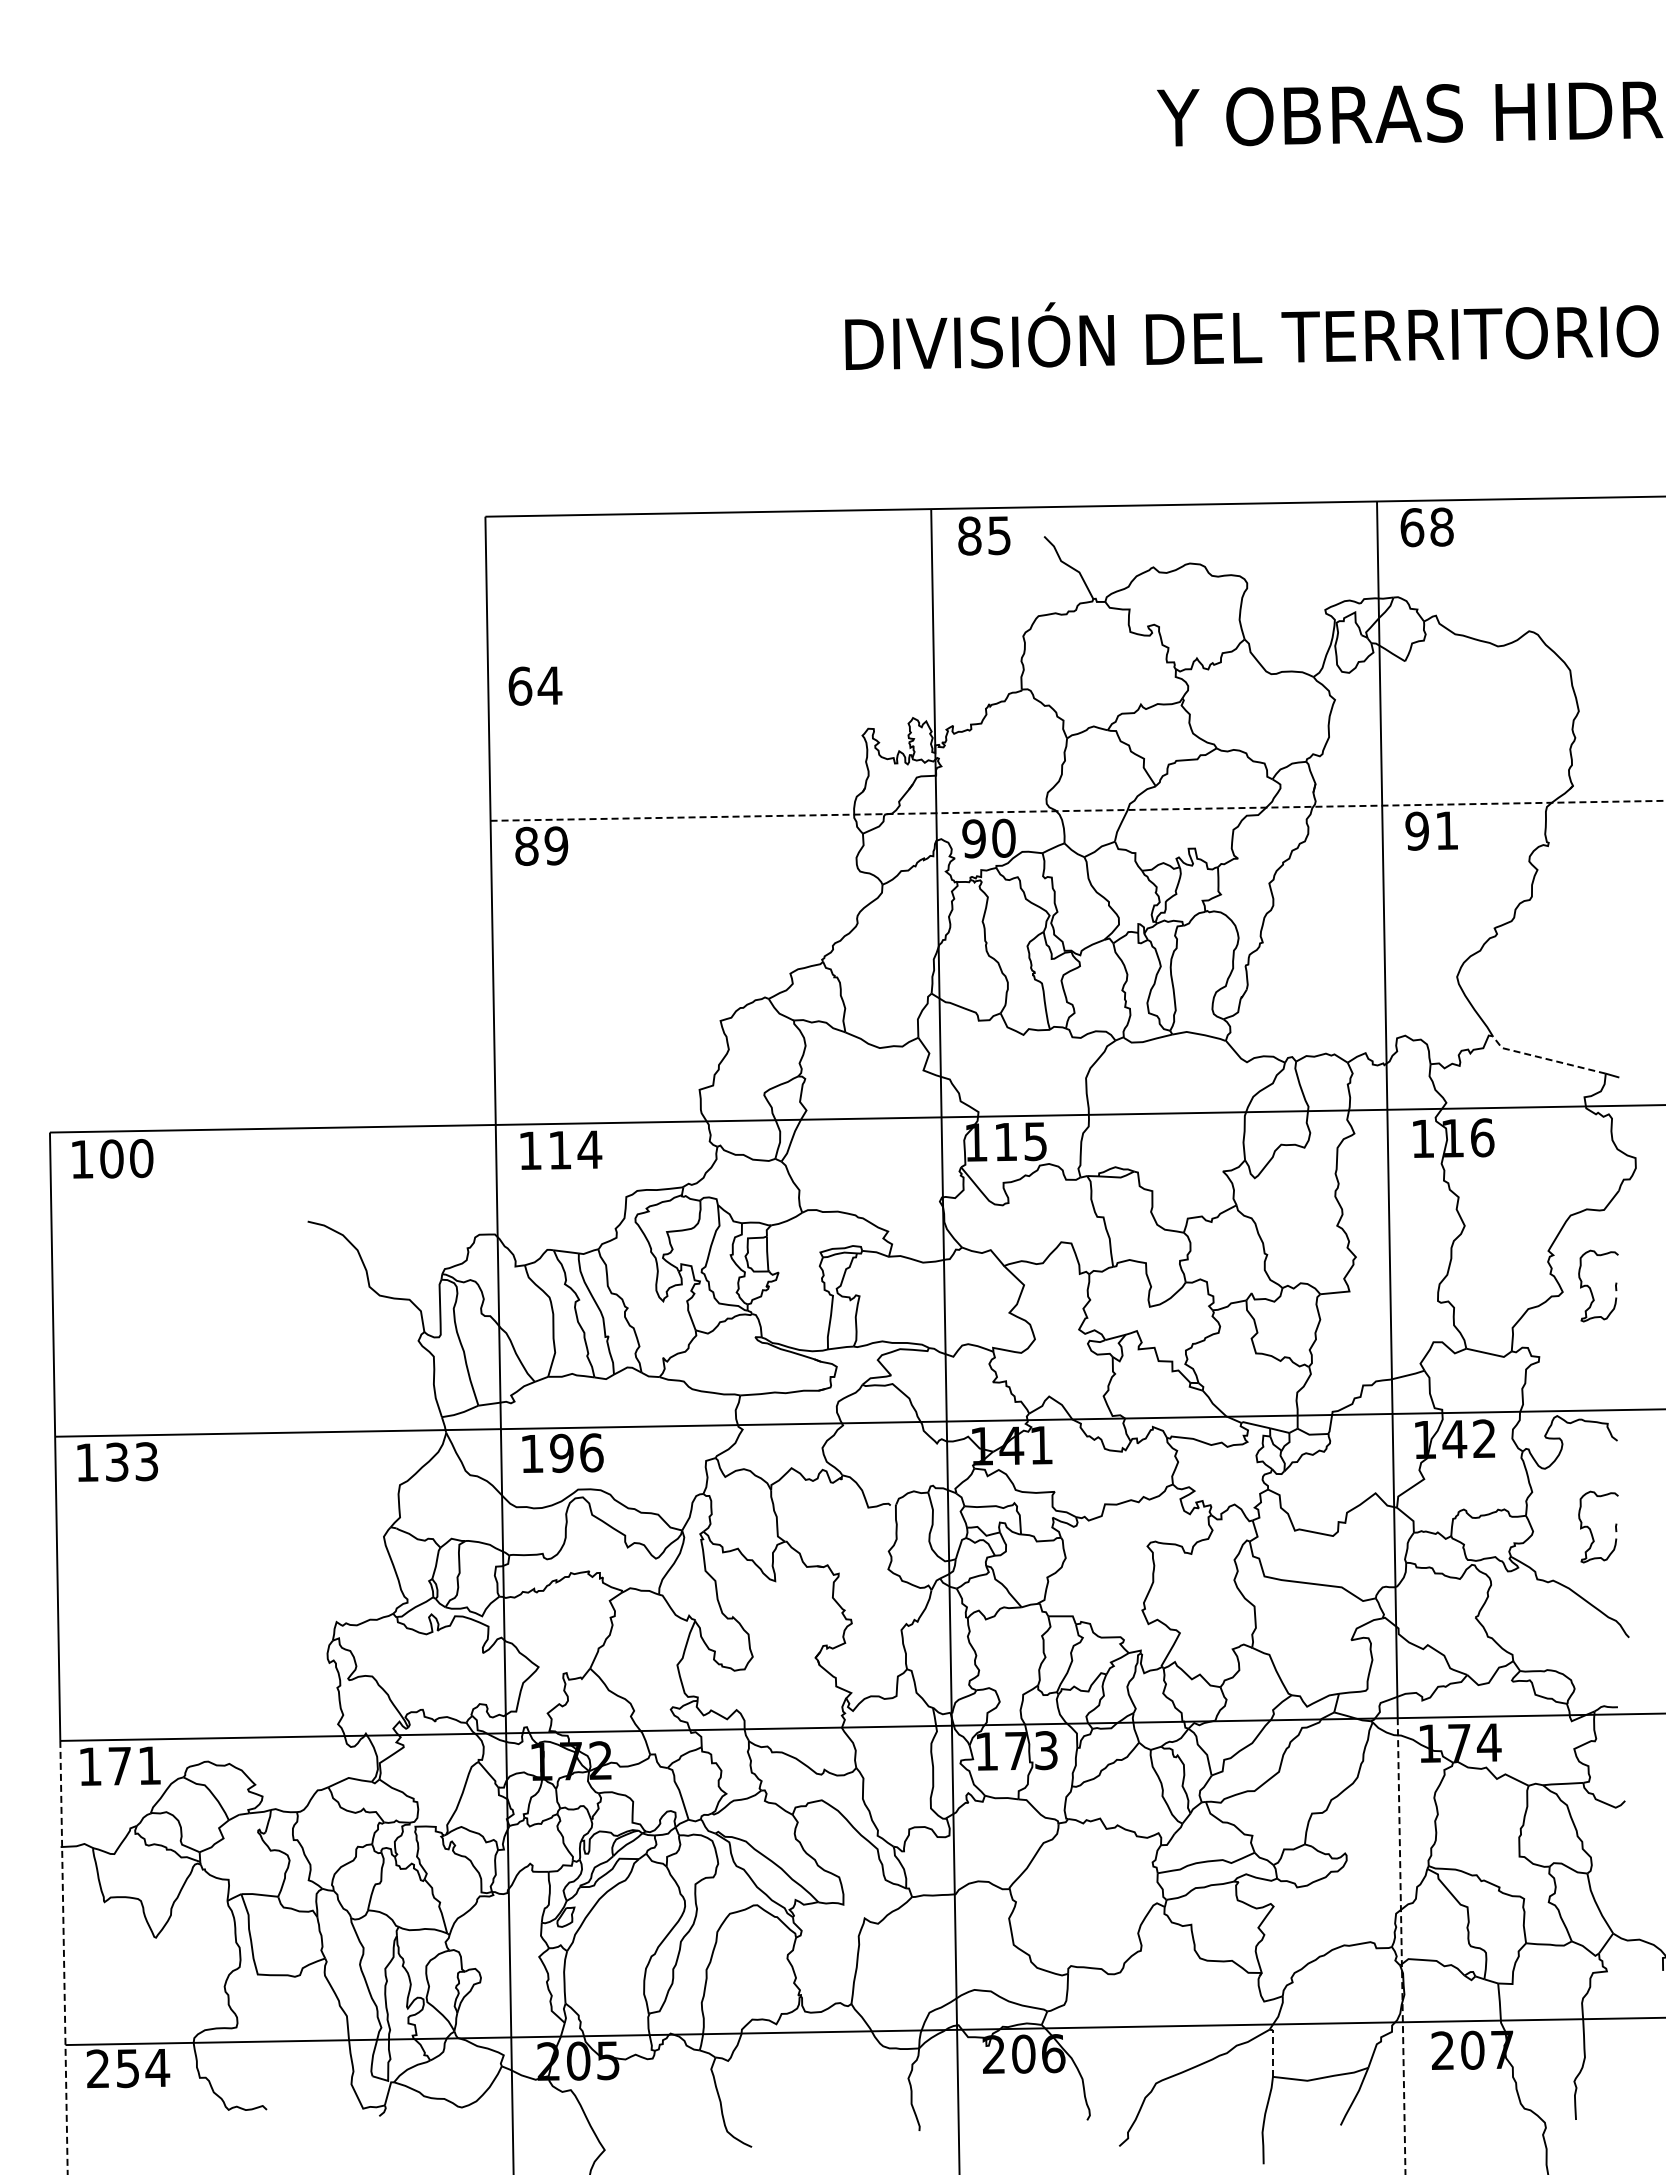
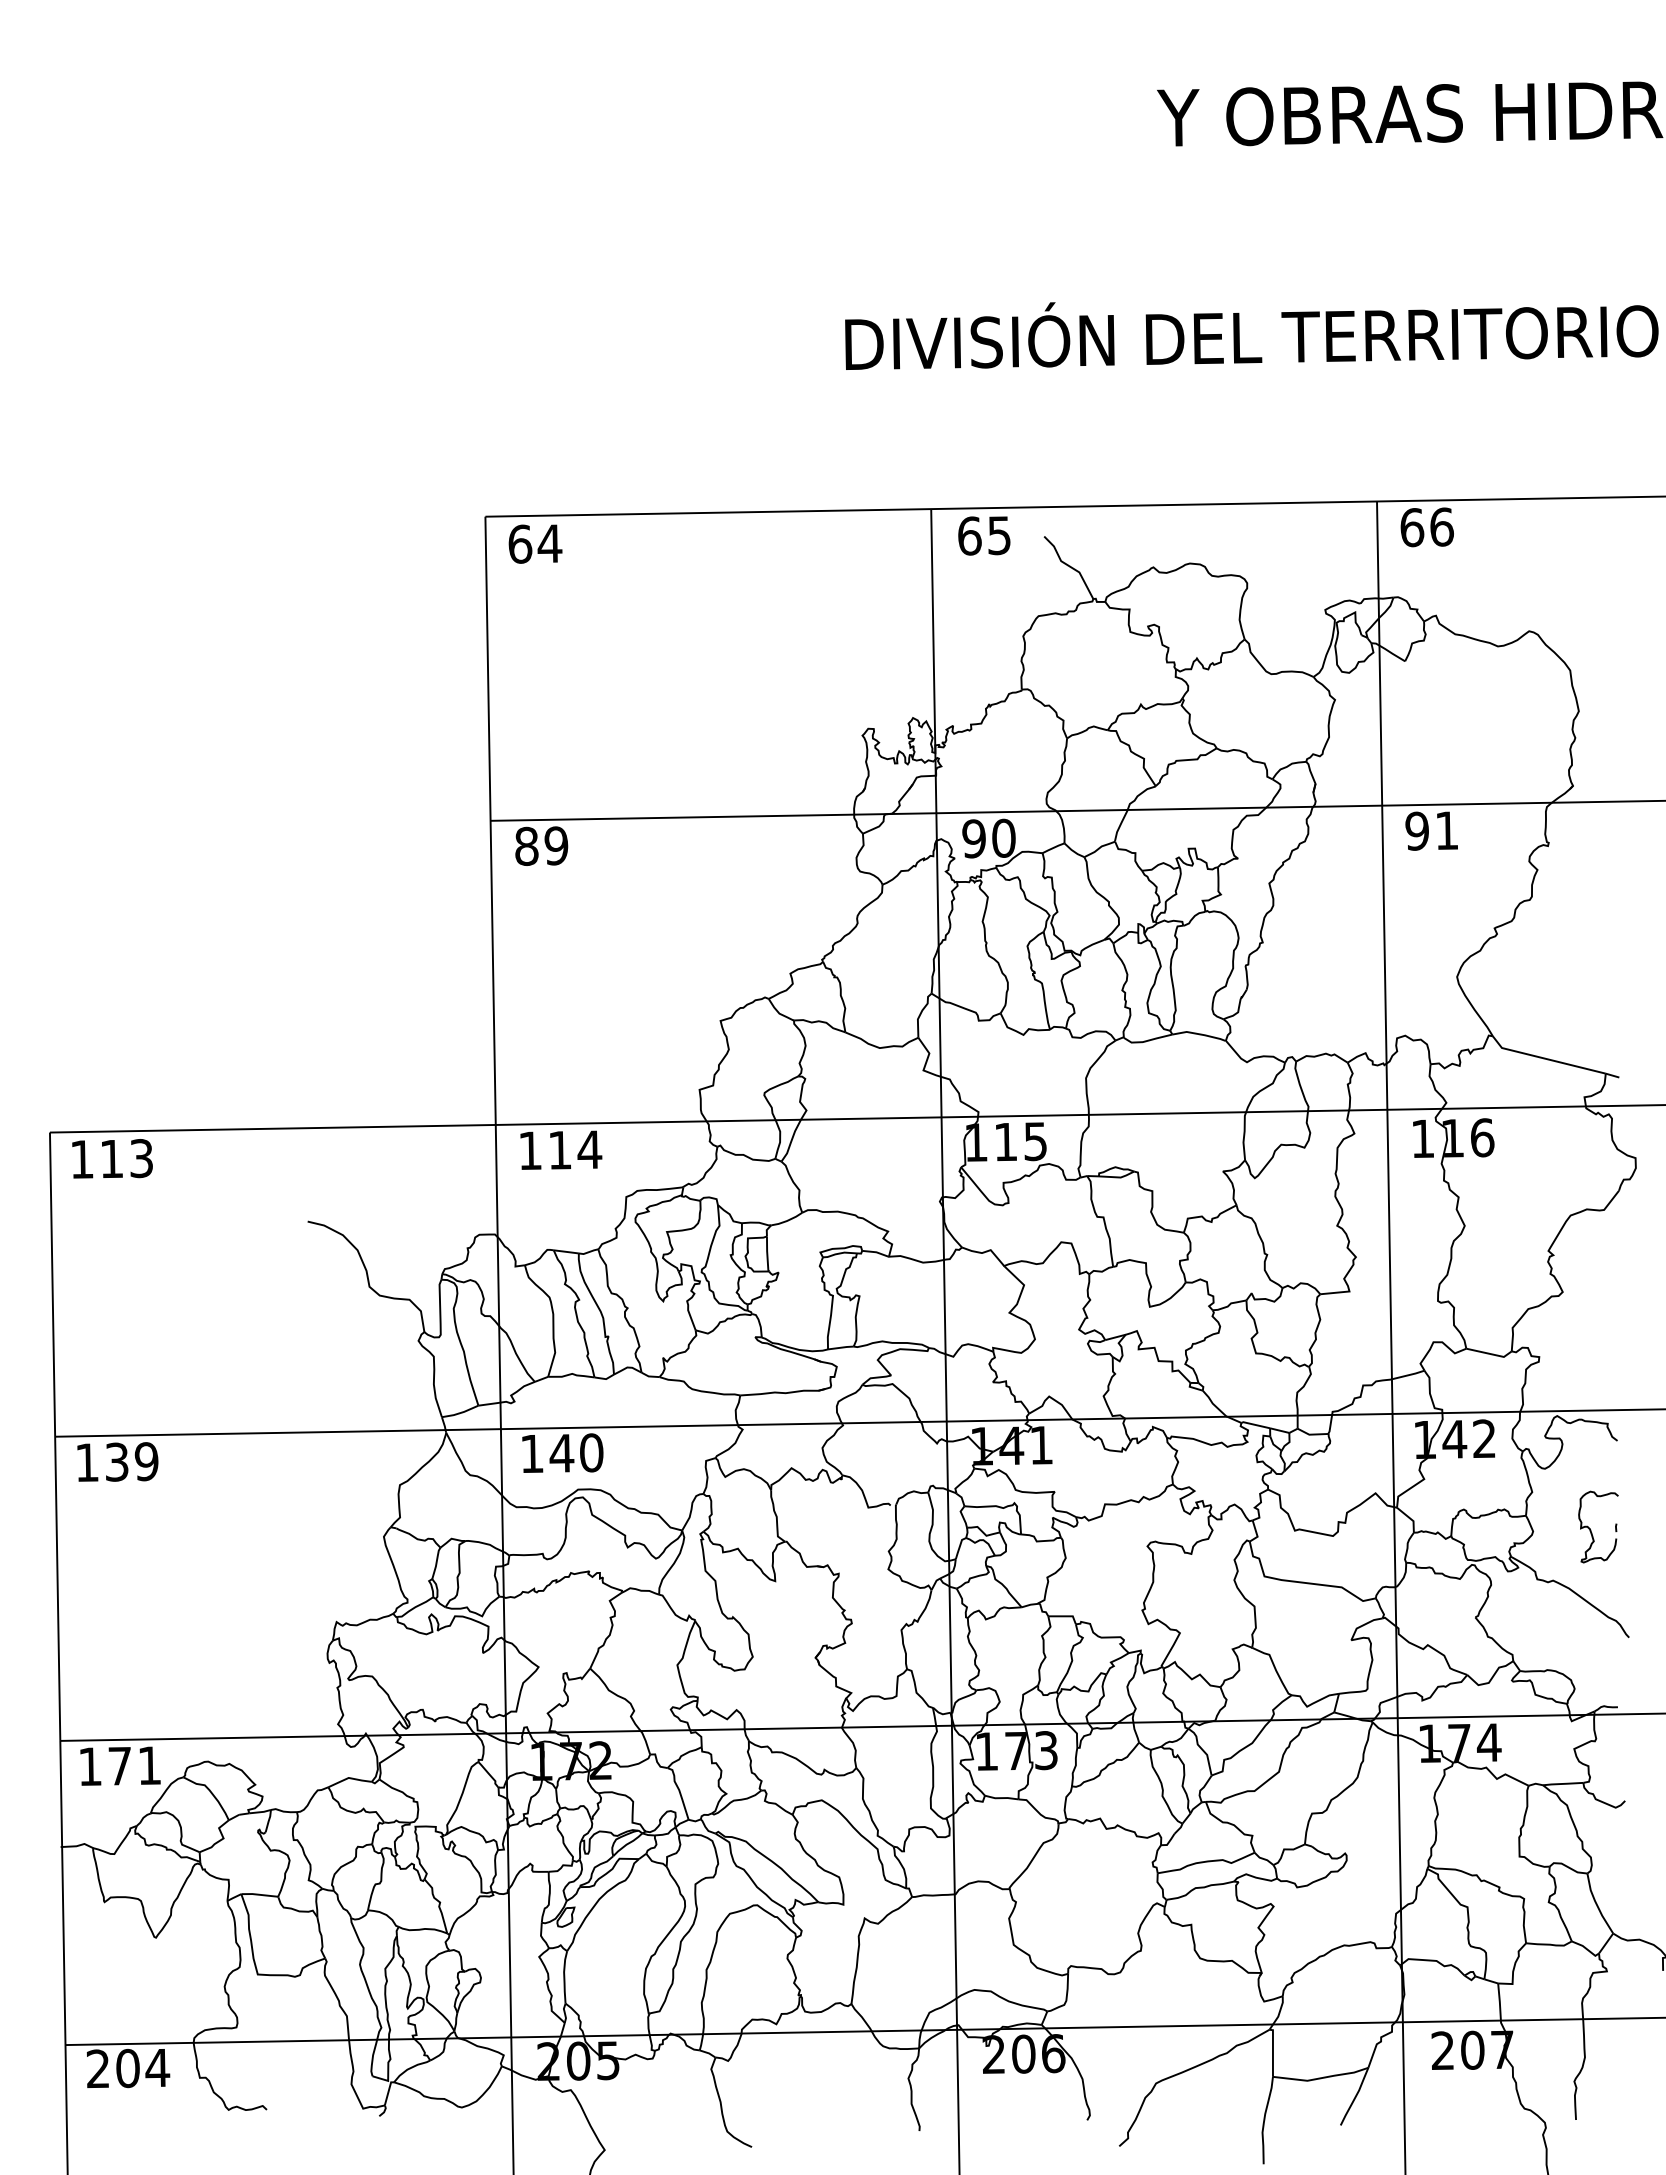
text at (1441, 526): 68 -> 66
text at (969, 535): 85 -> 65
text at (535, 685) position: (535, 685) -> (535, 543)
line at (1078, 810): dashed -> solid
line at (1545, 1058): dashed -> solid
text at (126, 1158): 100 -> 113
part at (1591, 1289): present -> none
text at (576, 1453): 196 -> 140
text at (146, 1461): 133 -> 139
line at (1401, 1946): dashed -> solid
line at (64, 1957): dashed -> solid
line at (1272, 2051): dashed -> solid
text at (127, 2068): 254 -> 204
